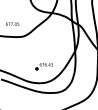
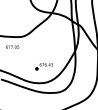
text at (12, 23) position: (12, 23) -> (12, 46)
